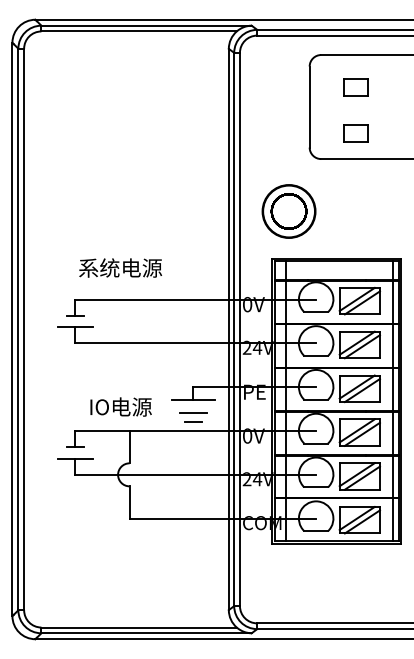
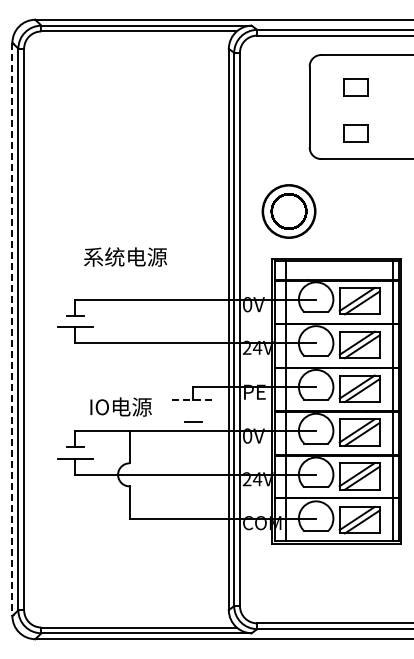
text at (120, 267) position: (120, 267) -> (125, 256)
line at (12, 329): solid -> dashed
line at (193, 400): solid -> dashed
line at (193, 412): present -> none
